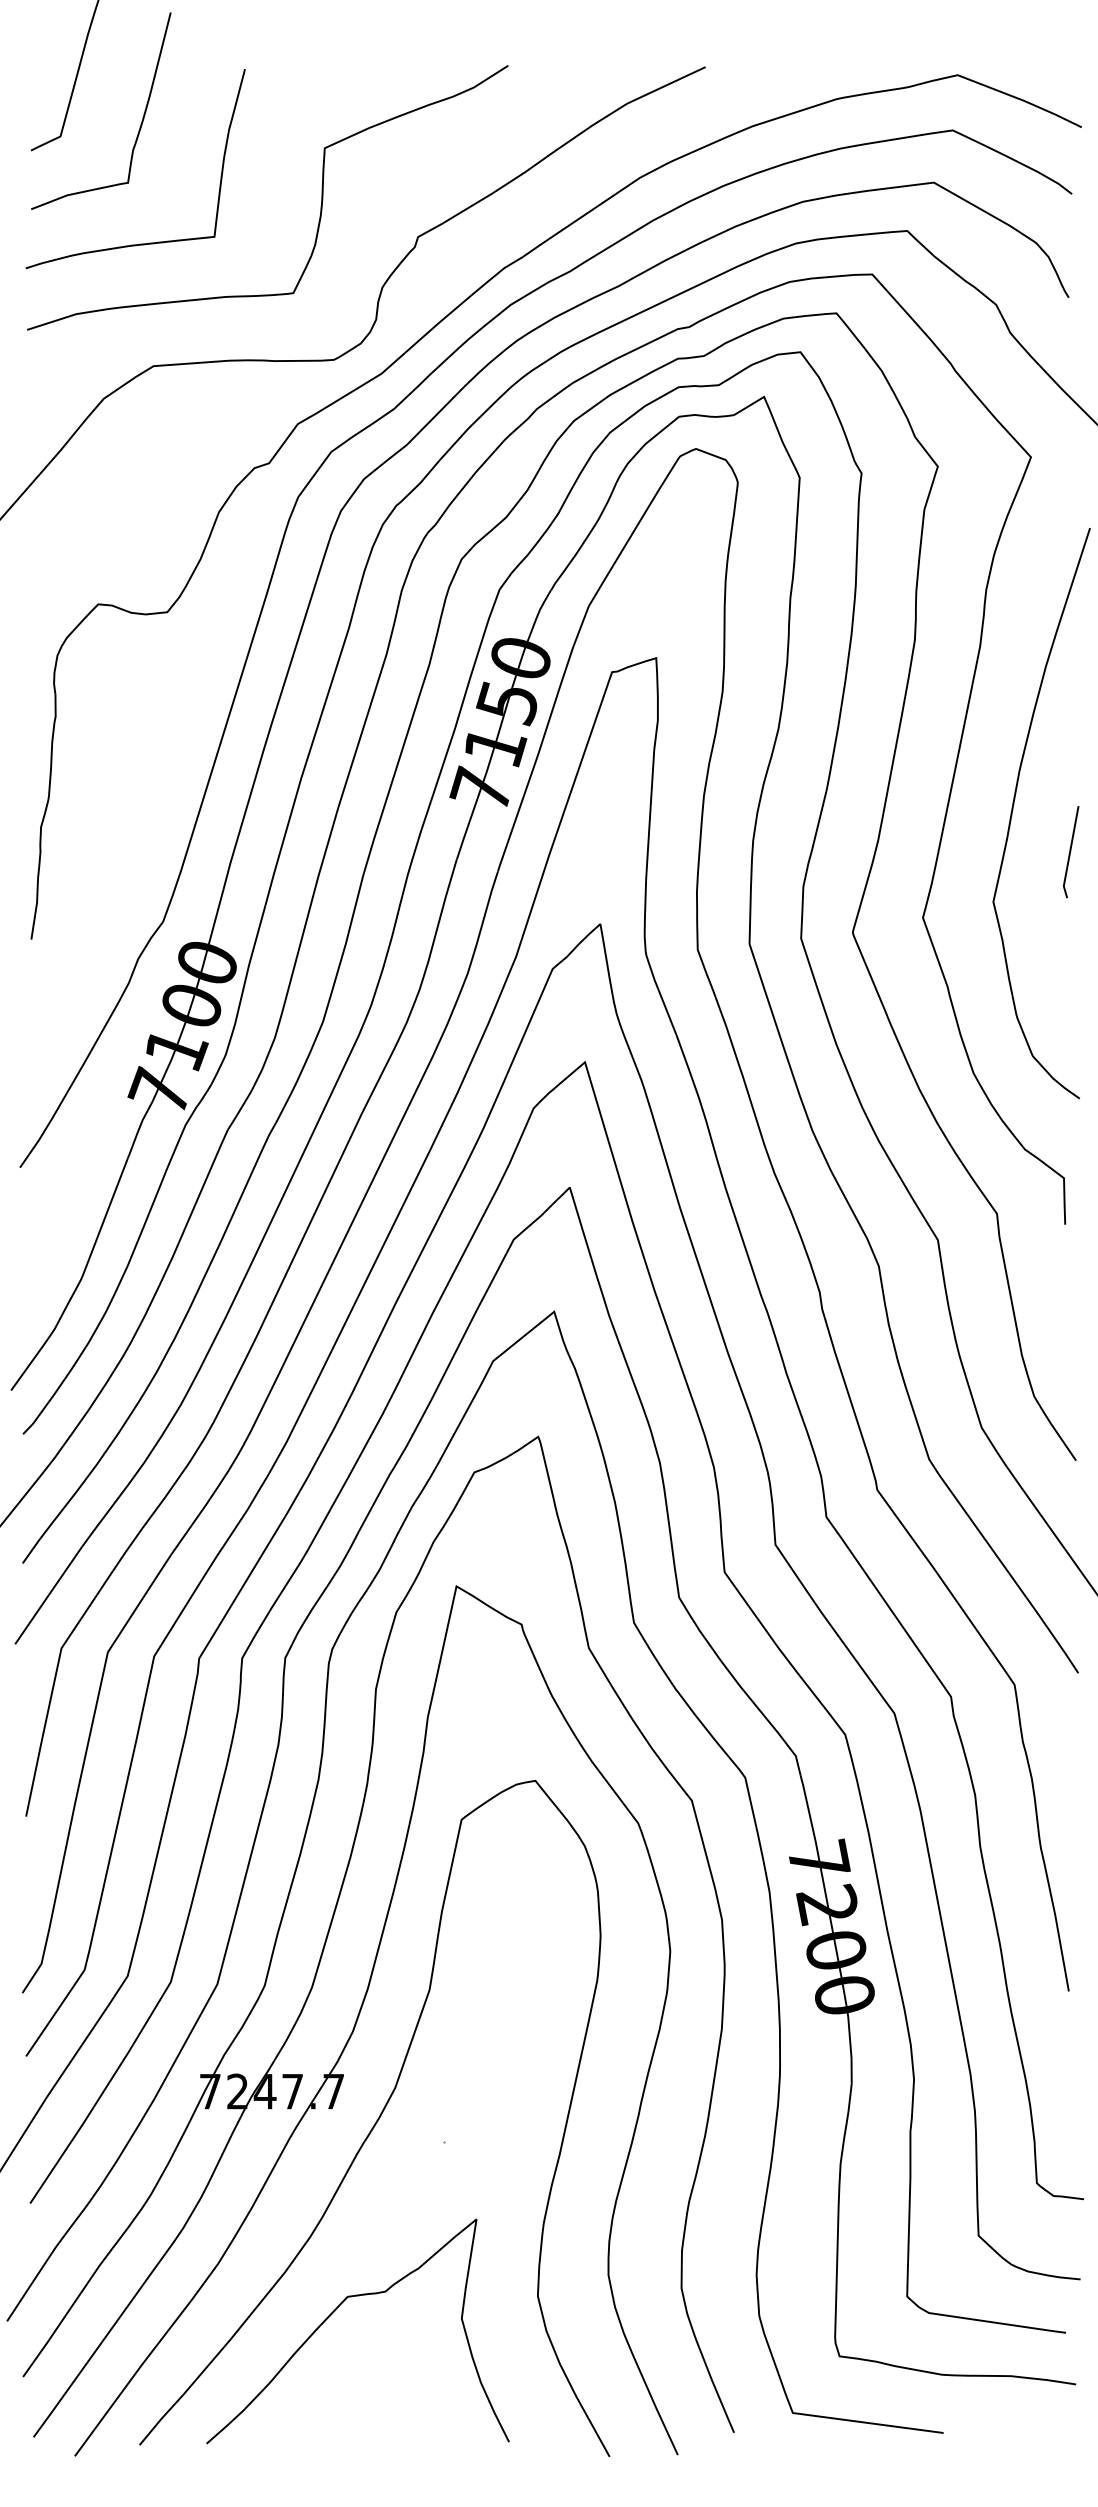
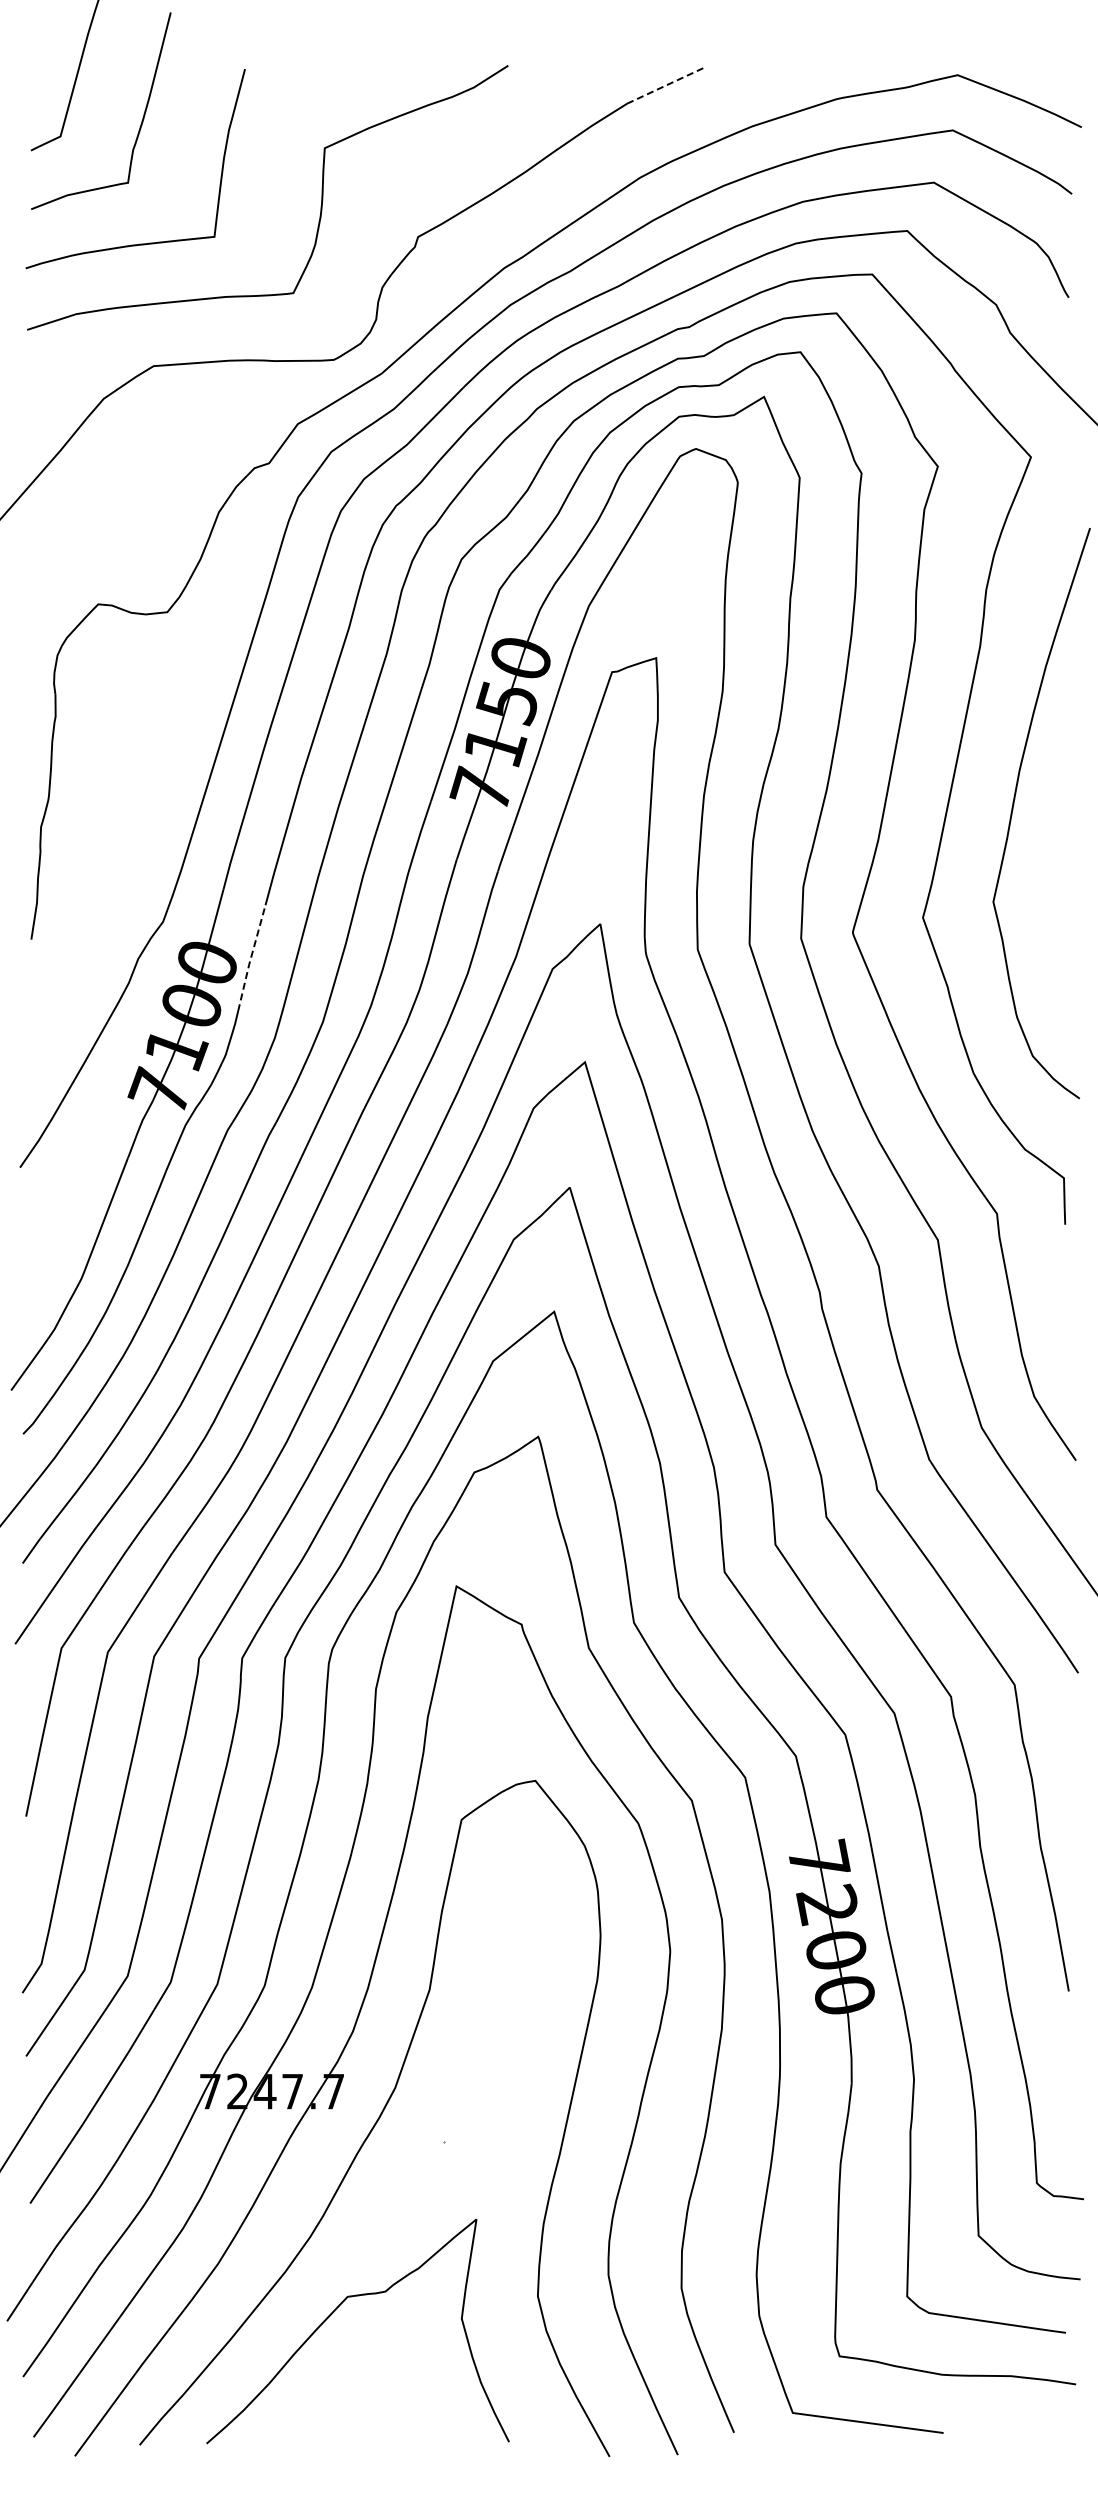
line at (666, 85): solid -> dashed
line at (1071, 851): present -> none
line at (250, 958): solid -> dashed
